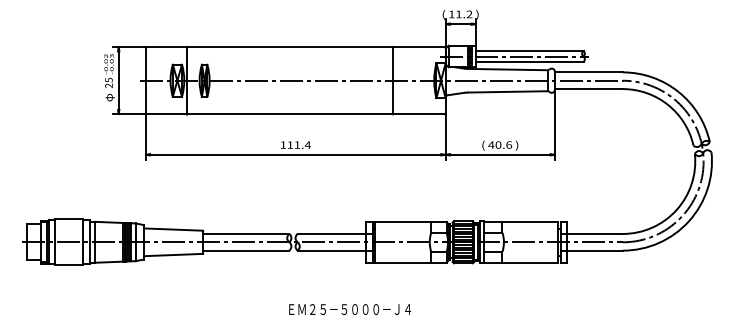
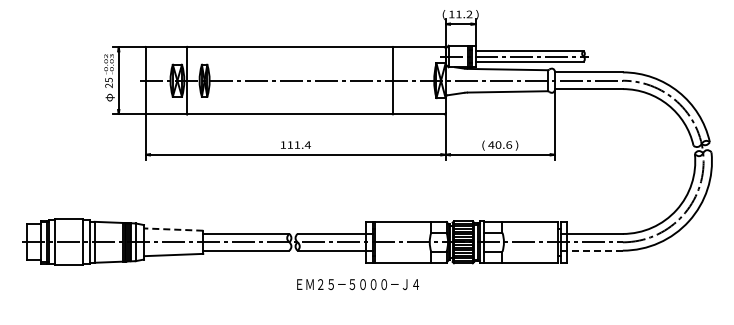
line at (173, 229): solid -> dashed
line at (595, 250): solid -> dashed
text at (349, 309) position: (349, 309) -> (357, 284)
